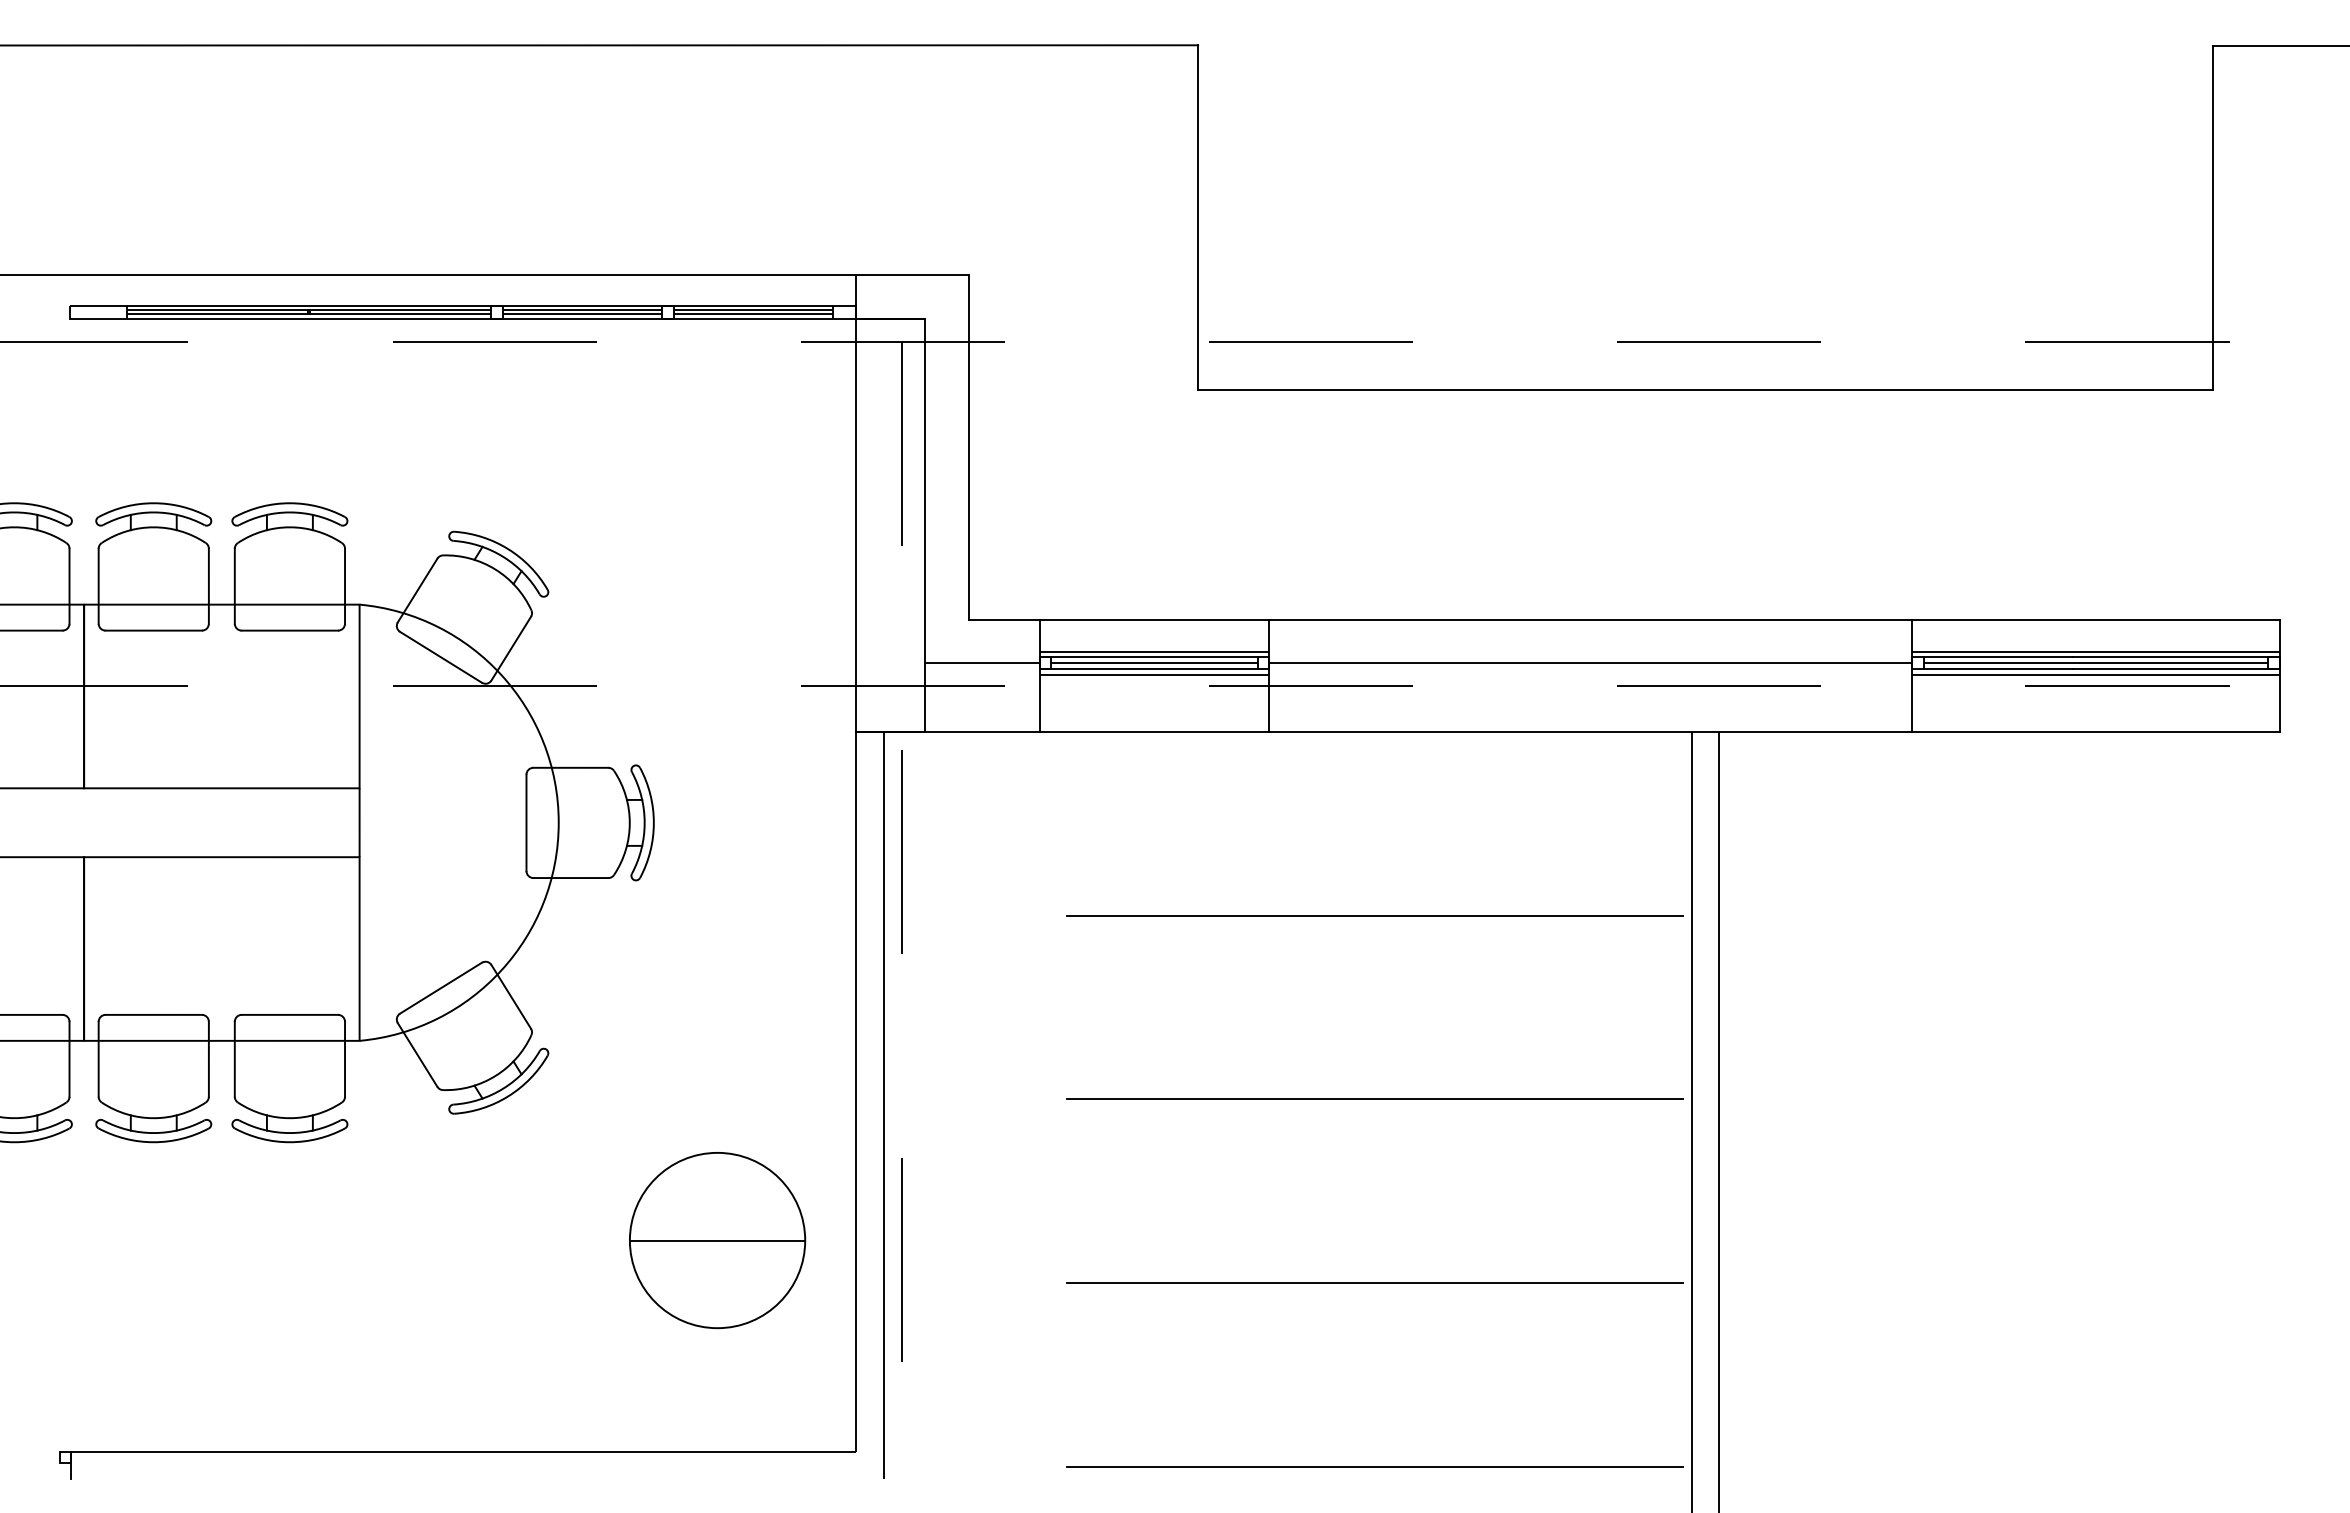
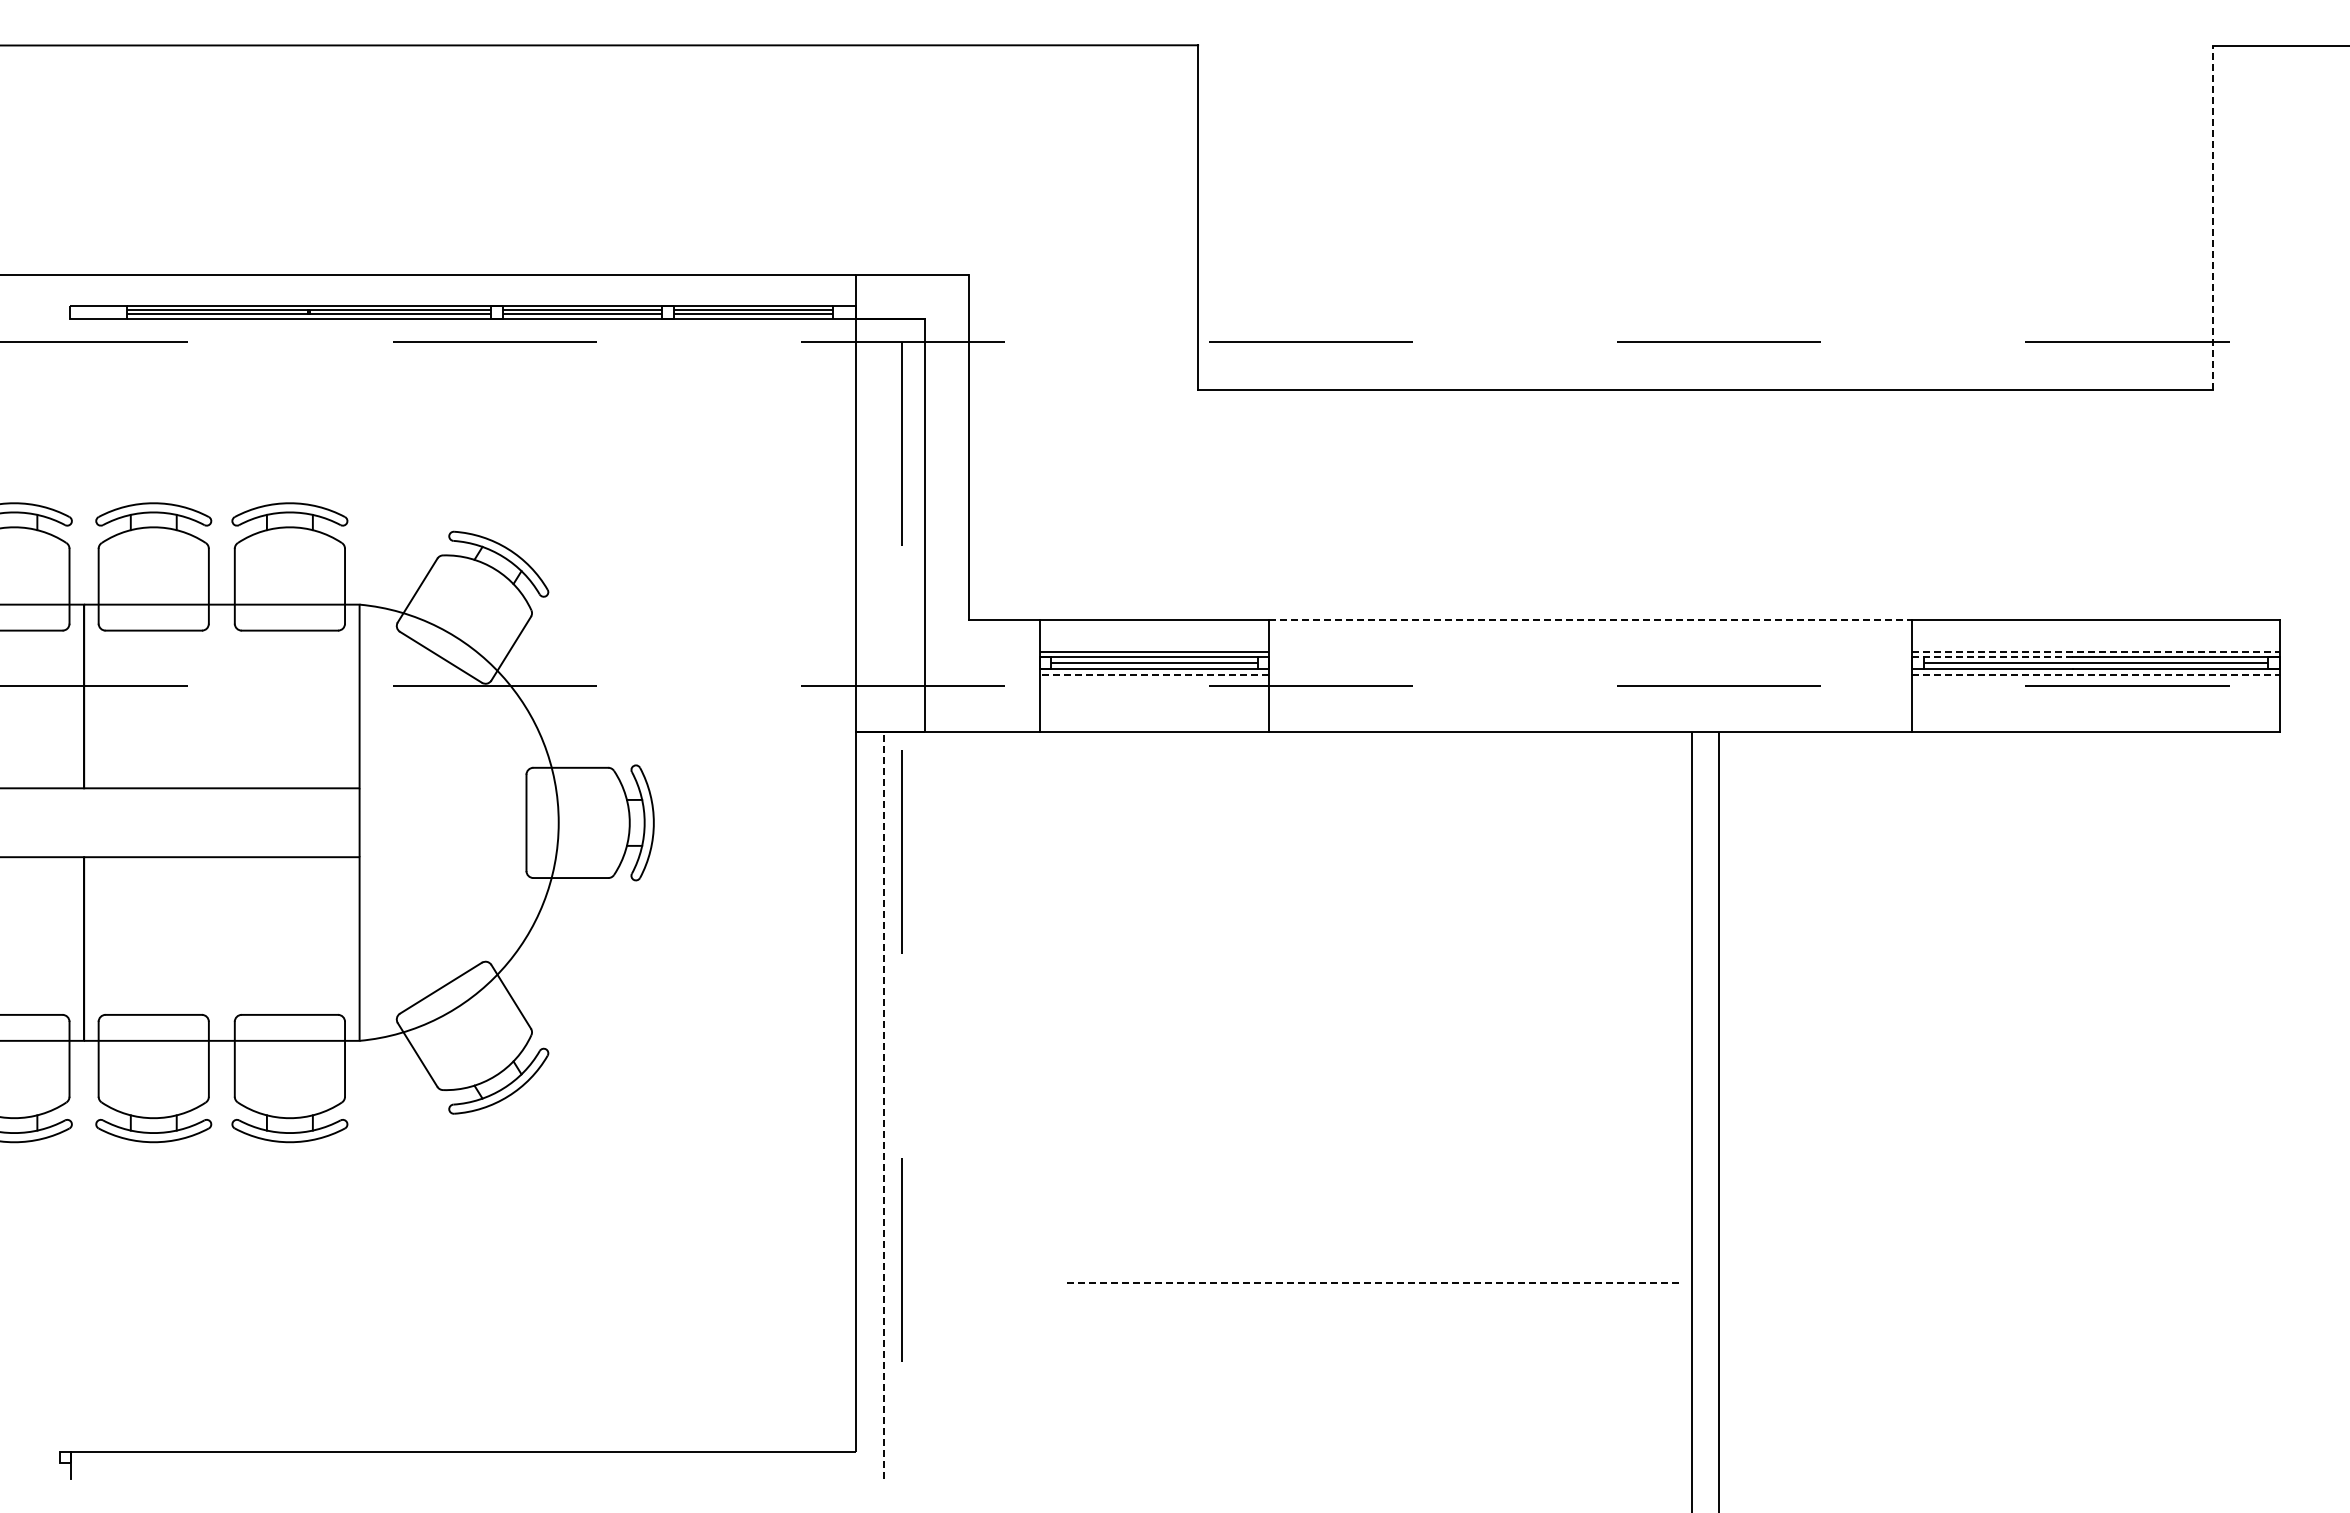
line at (2212, 217): solid -> dashed
line at (1591, 619): solid -> dashed
line at (2095, 651): solid -> dashed
line at (1993, 657): solid -> dashed
line at (981, 663): present -> none
line at (1590, 663): present -> none
line at (1154, 674): solid -> dashed
line at (2095, 674): solid -> dashed
line at (1374, 915): present -> none
line at (1374, 1099): present -> none
line at (883, 1105): solid -> dashed
part at (717, 1240): present -> none
line at (1374, 1283): solid -> dashed
line at (1374, 1466): present -> none
